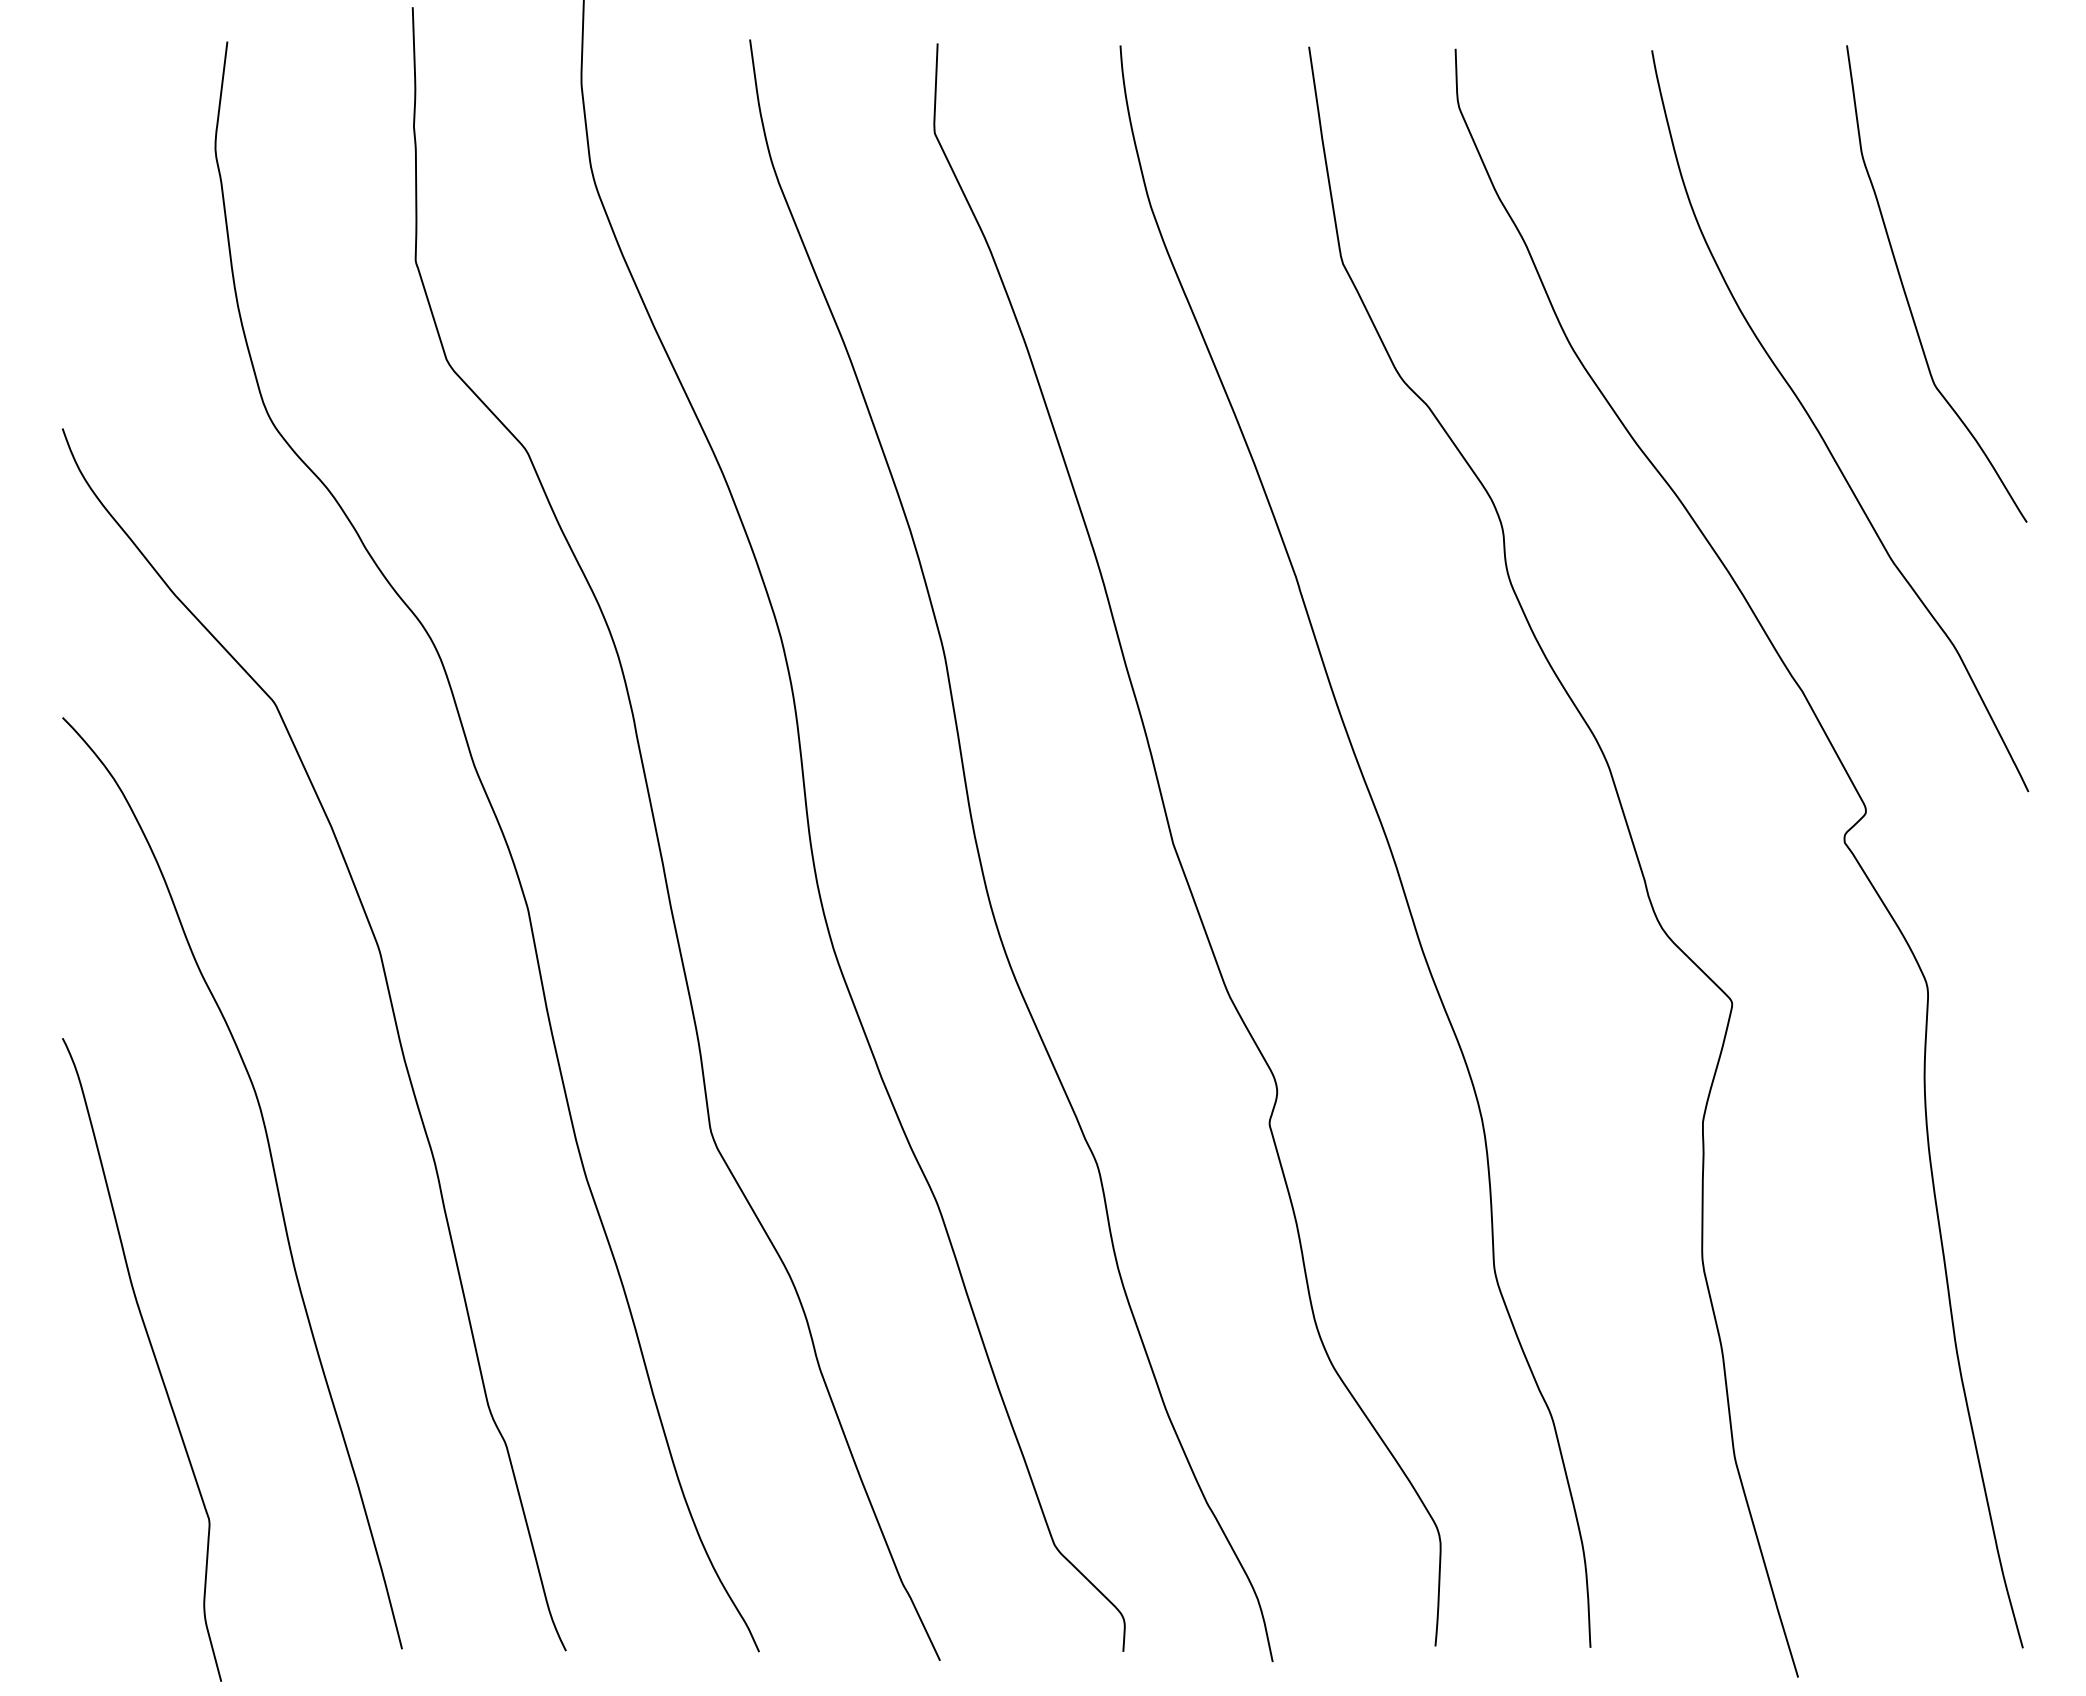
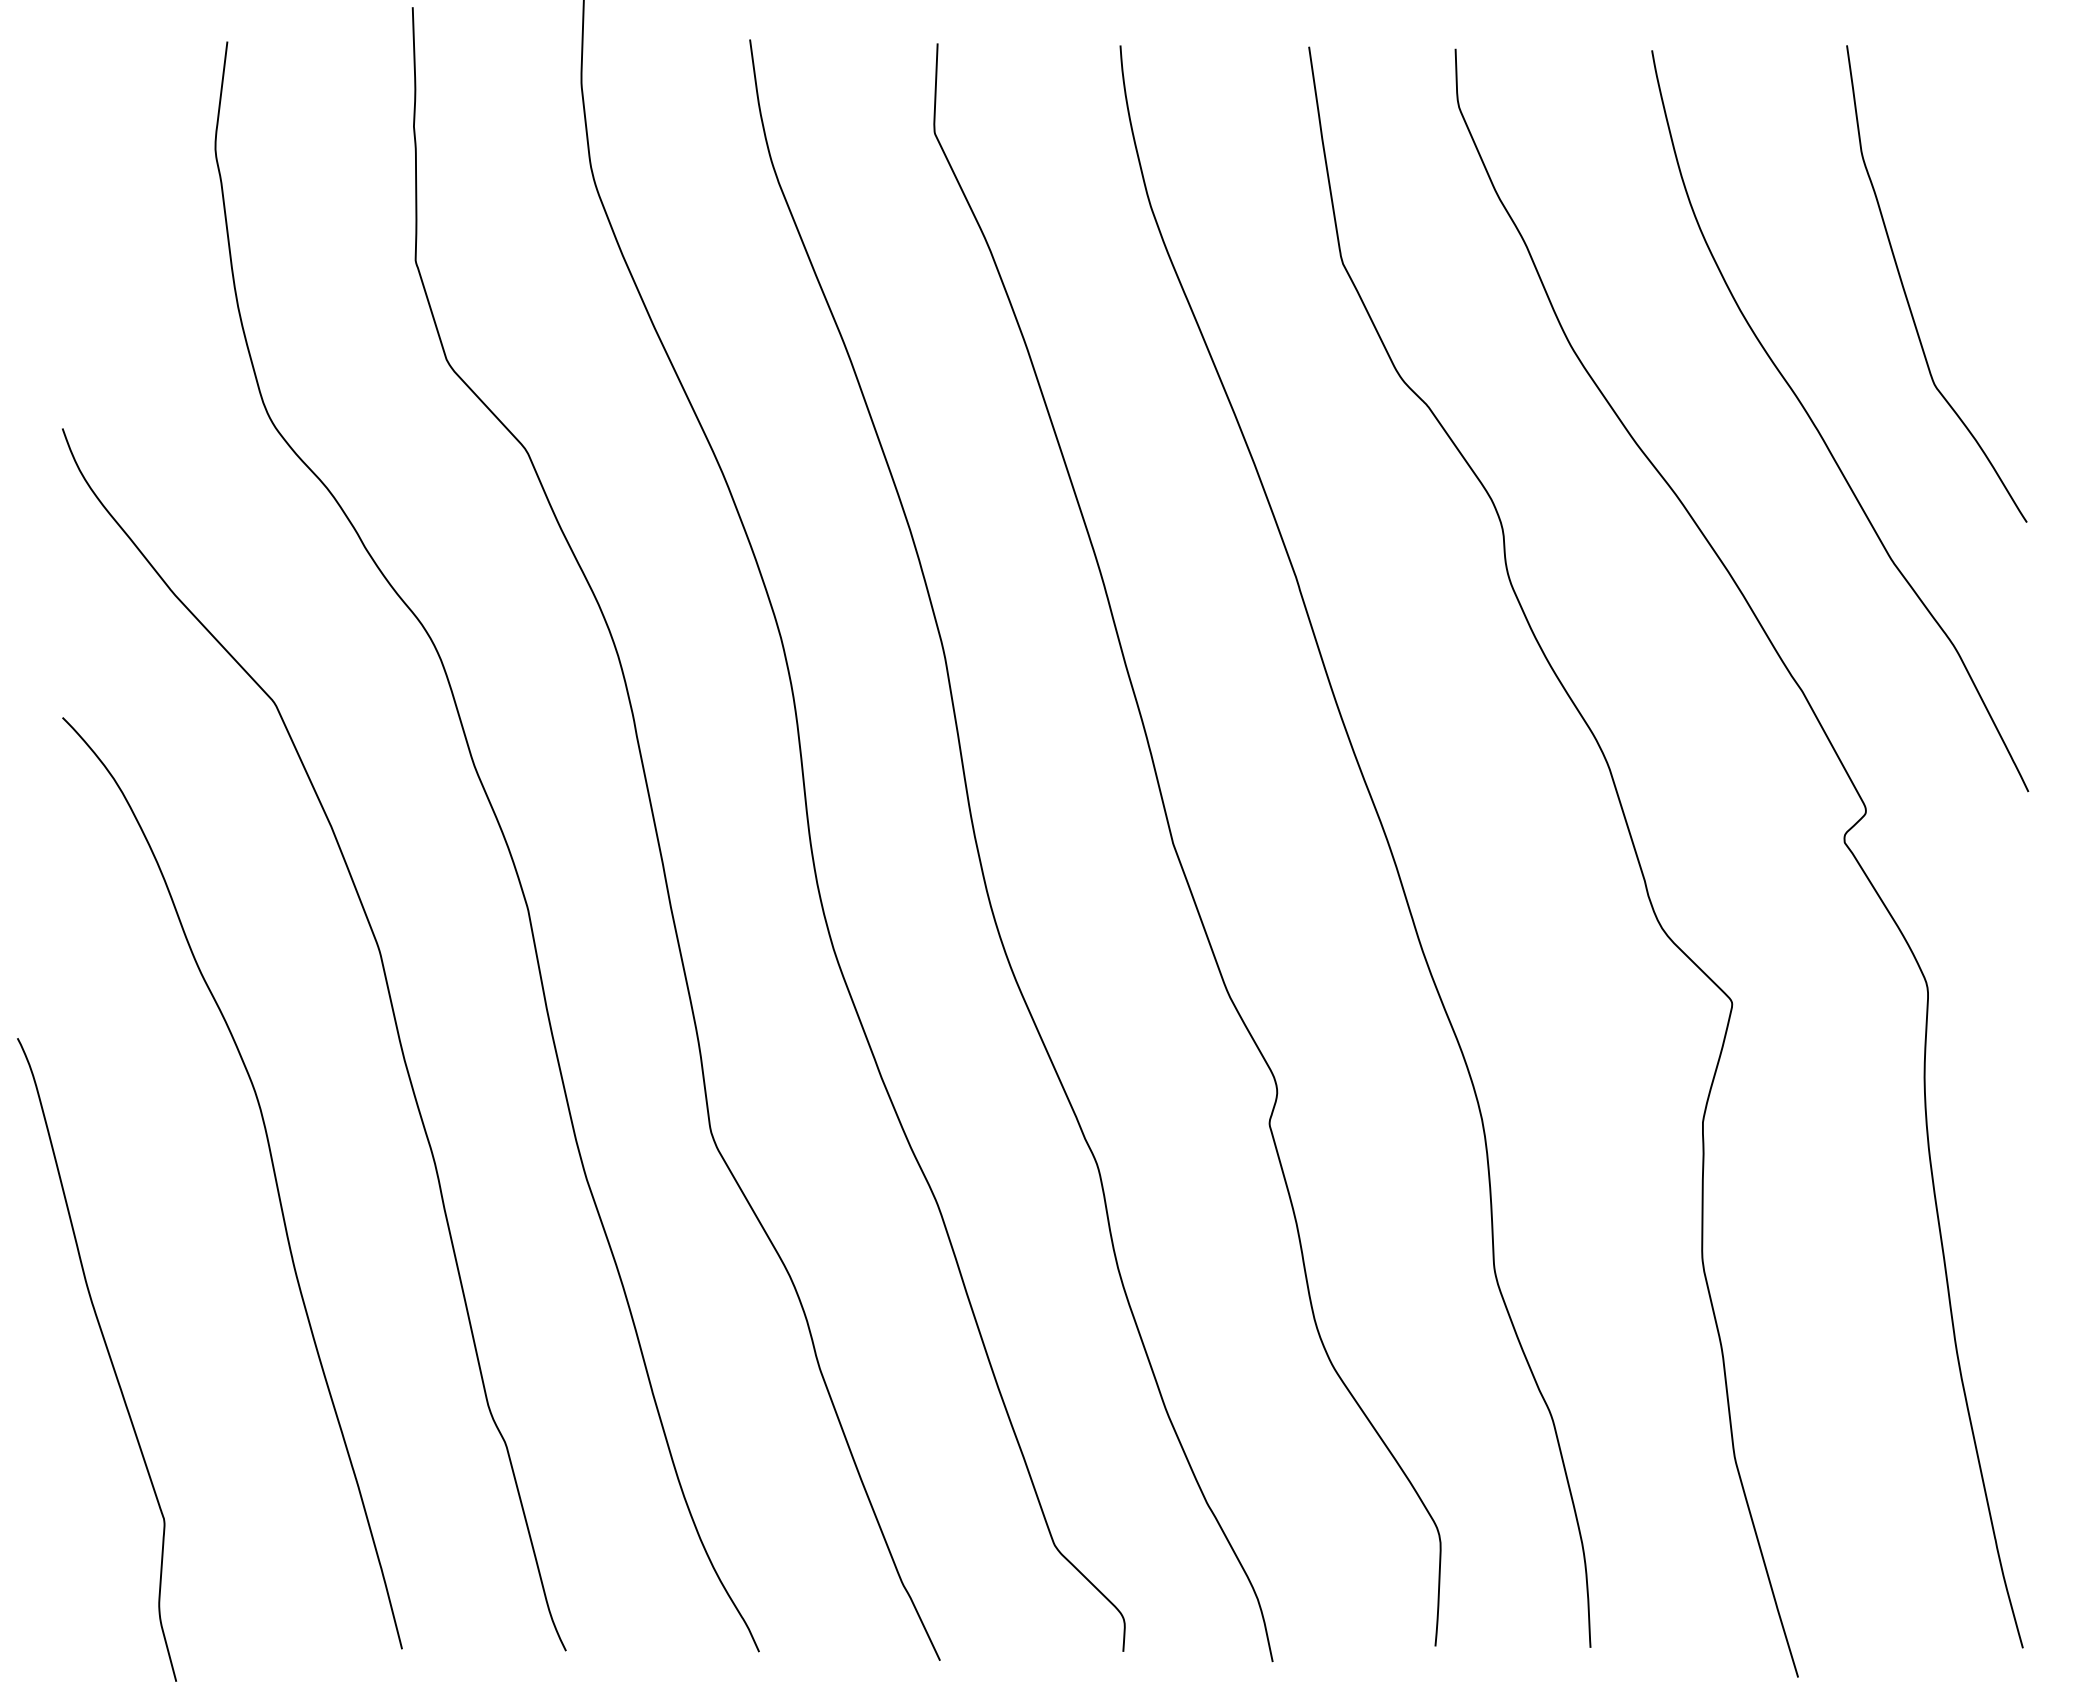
curve at (153, 1356) position: (153, 1356) -> (108, 1356)
